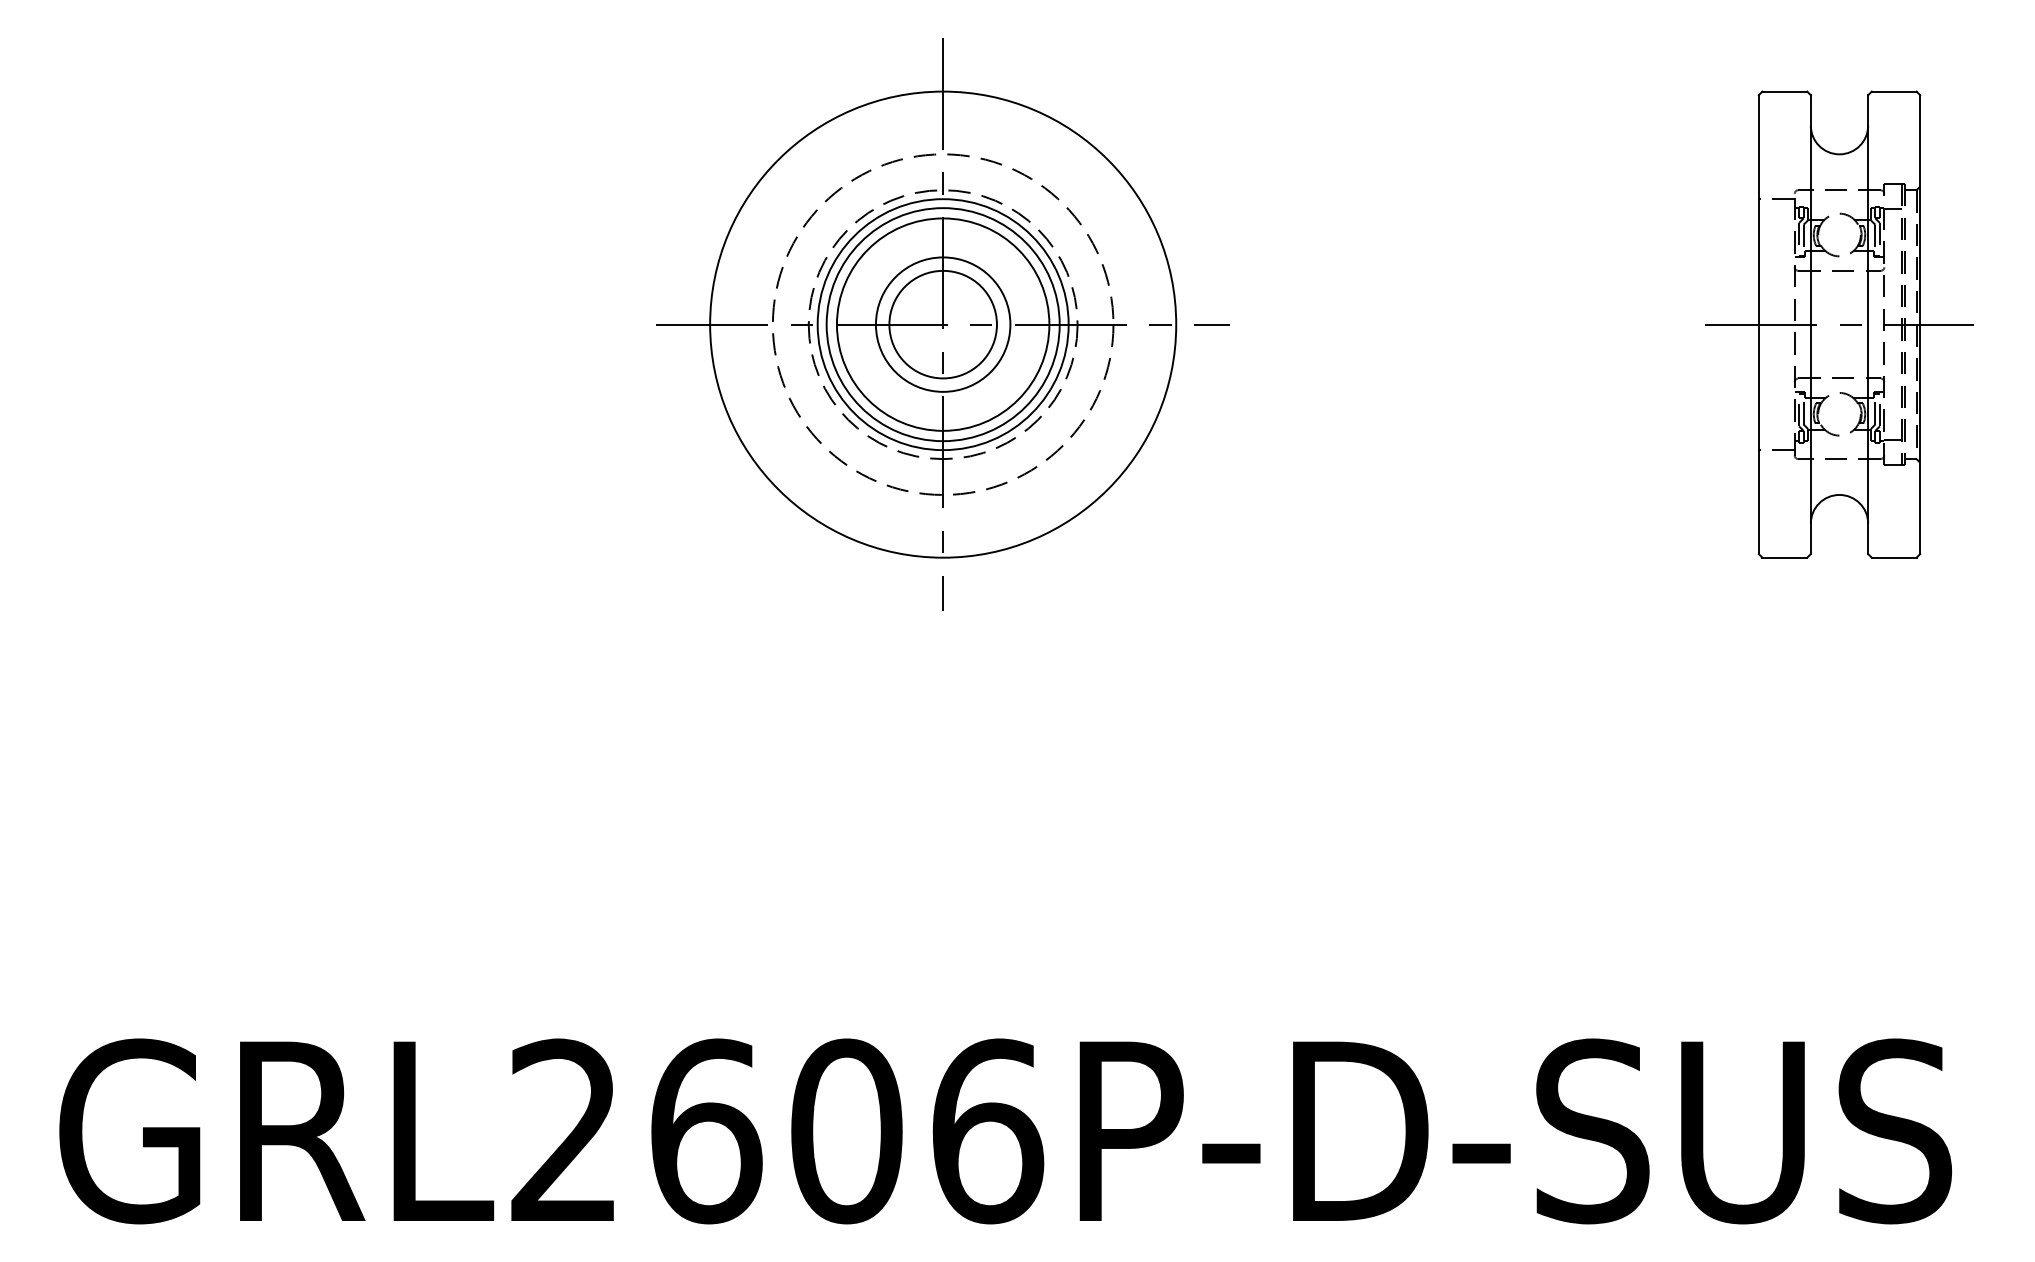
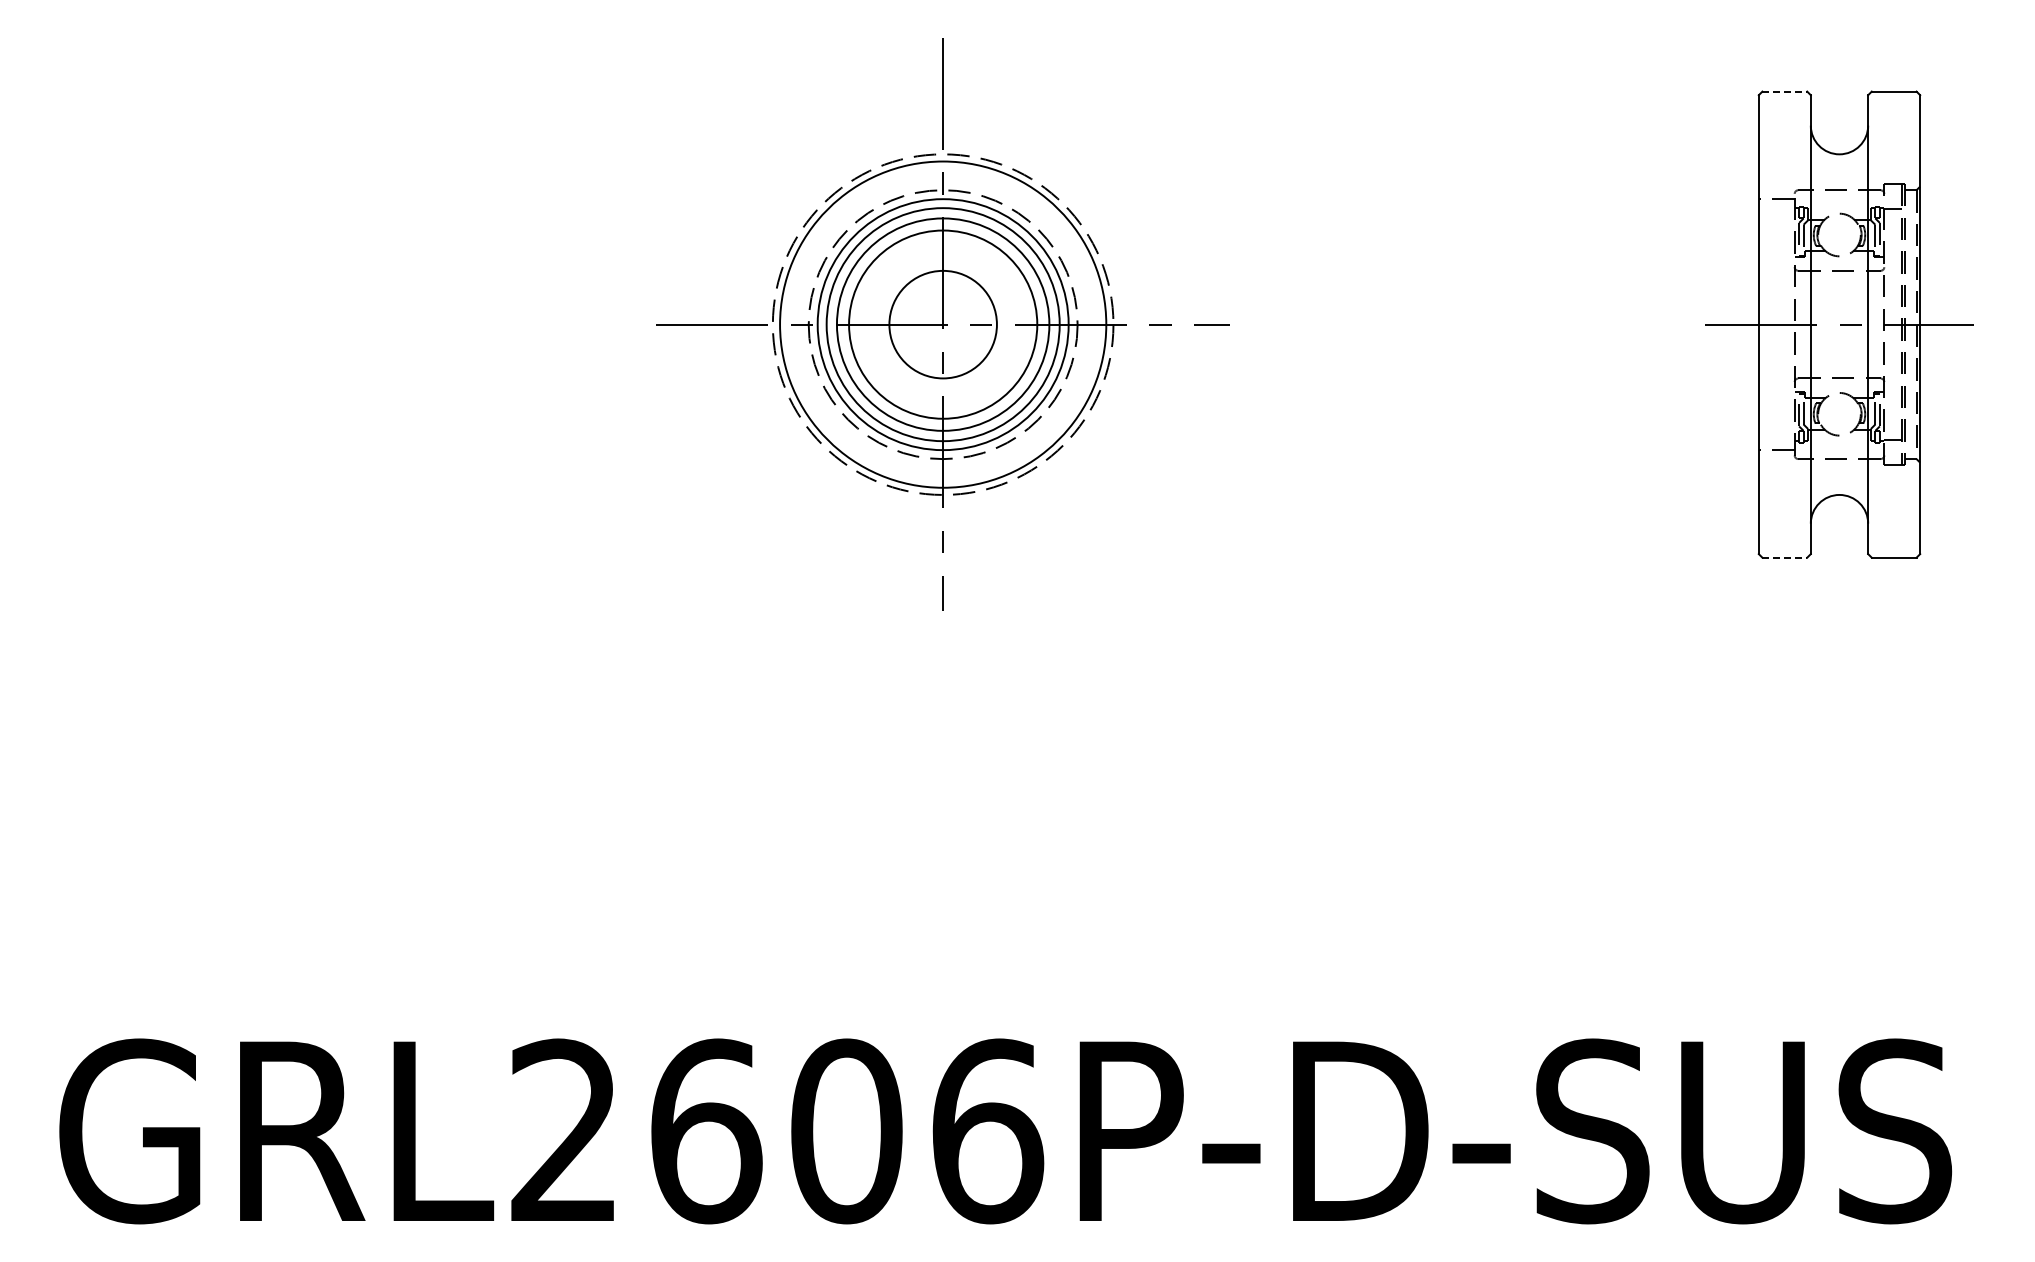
line at (1785, 91): solid -> dashed
circle at (942, 324) diameter: 134 px -> 188 px
circle at (943, 324) diameter: 466 px -> 326 px
line at (1785, 557): solid -> dashed
